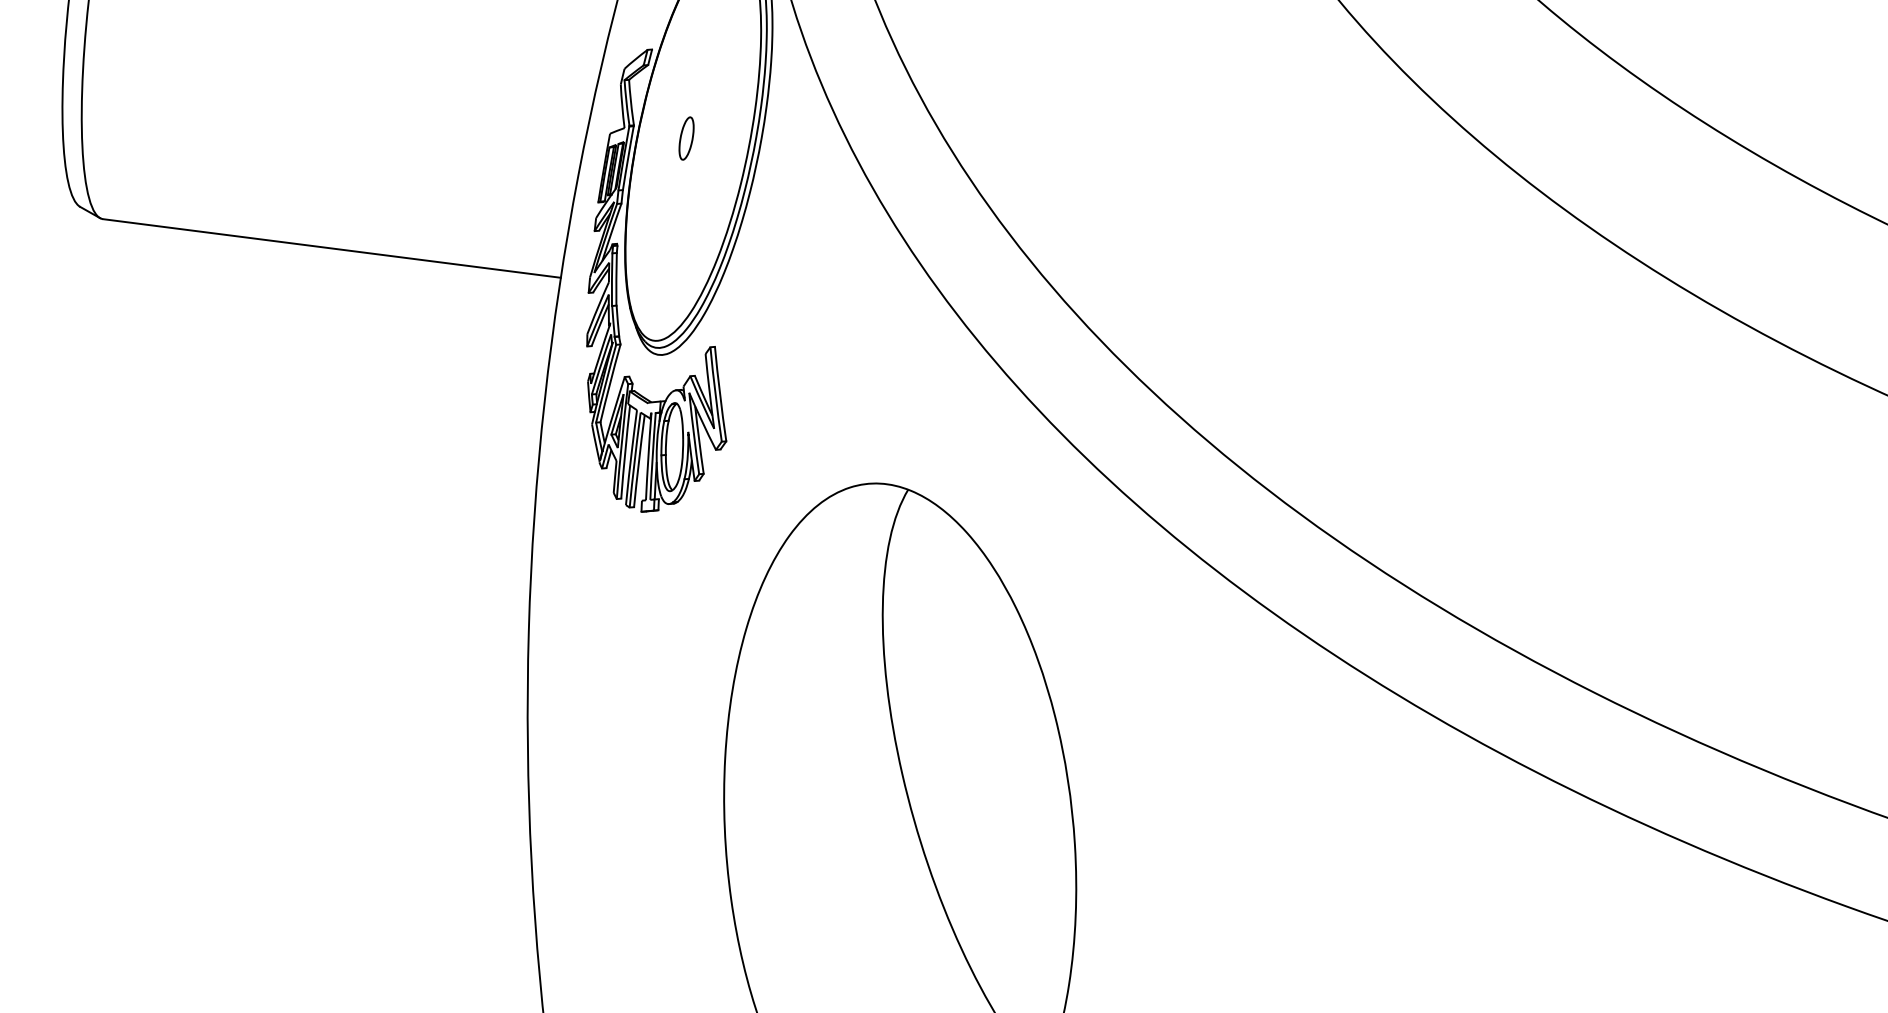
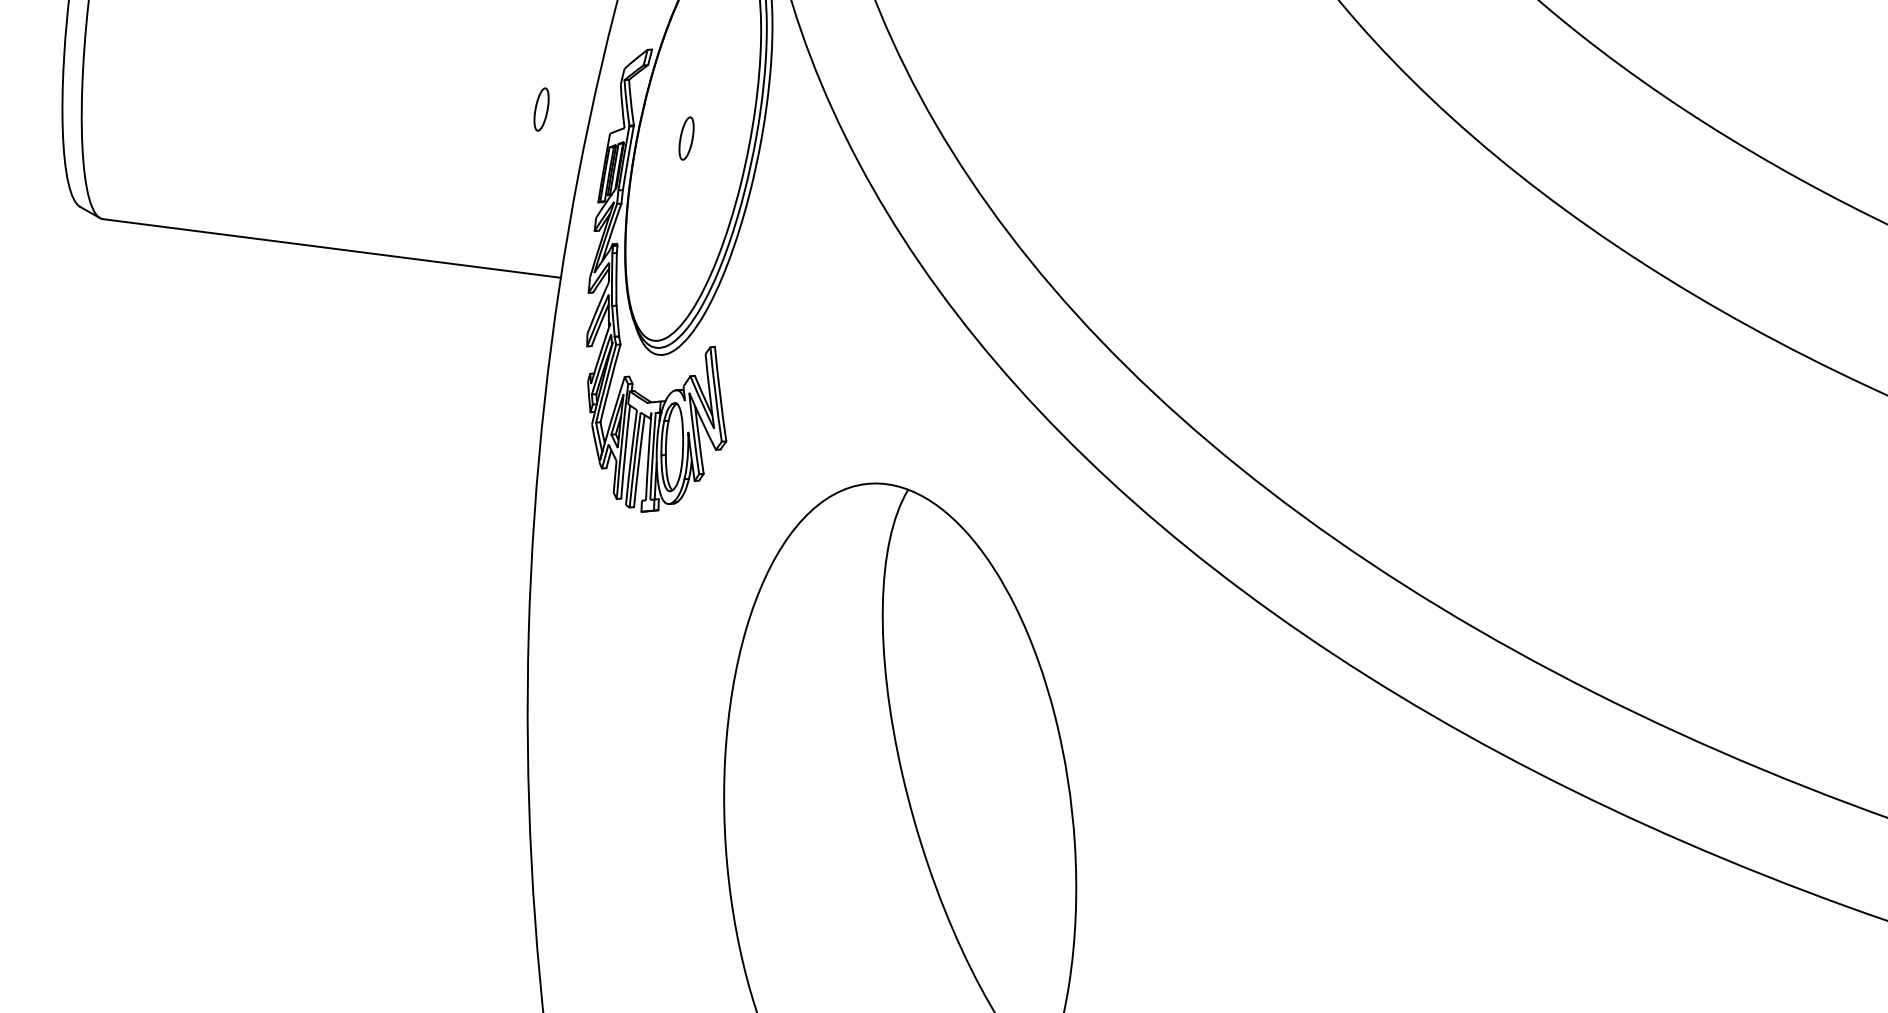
part at (541, 109): none -> present
